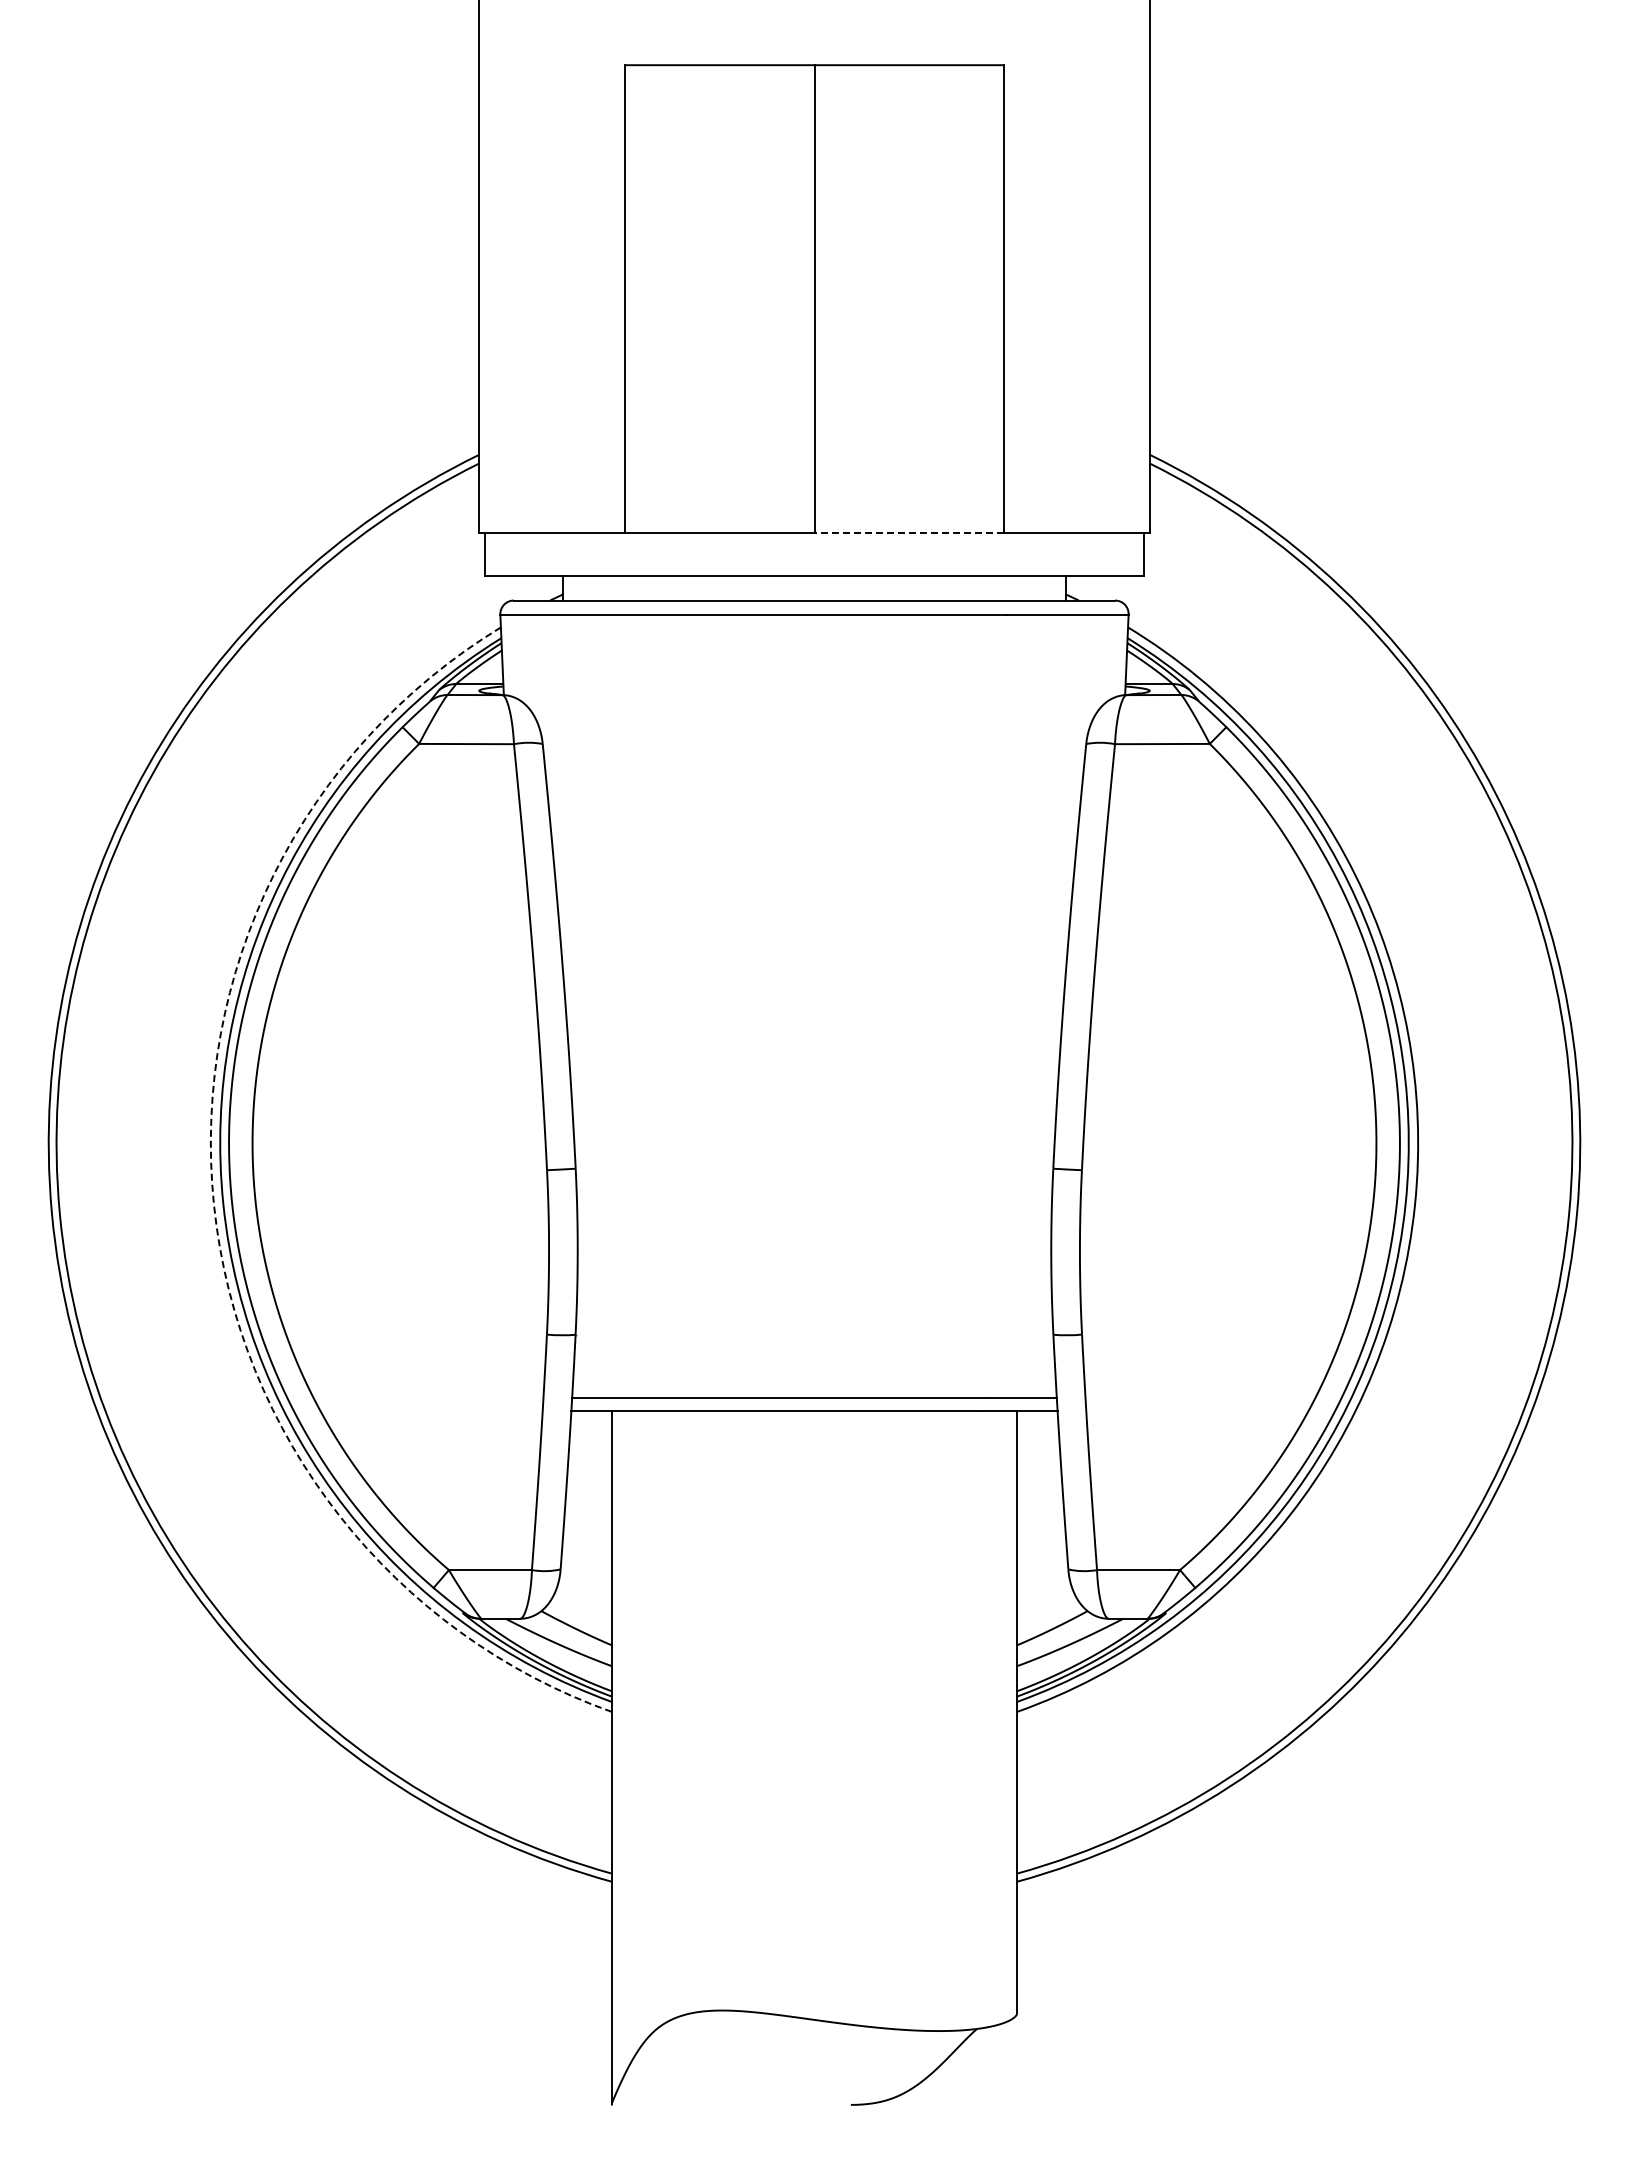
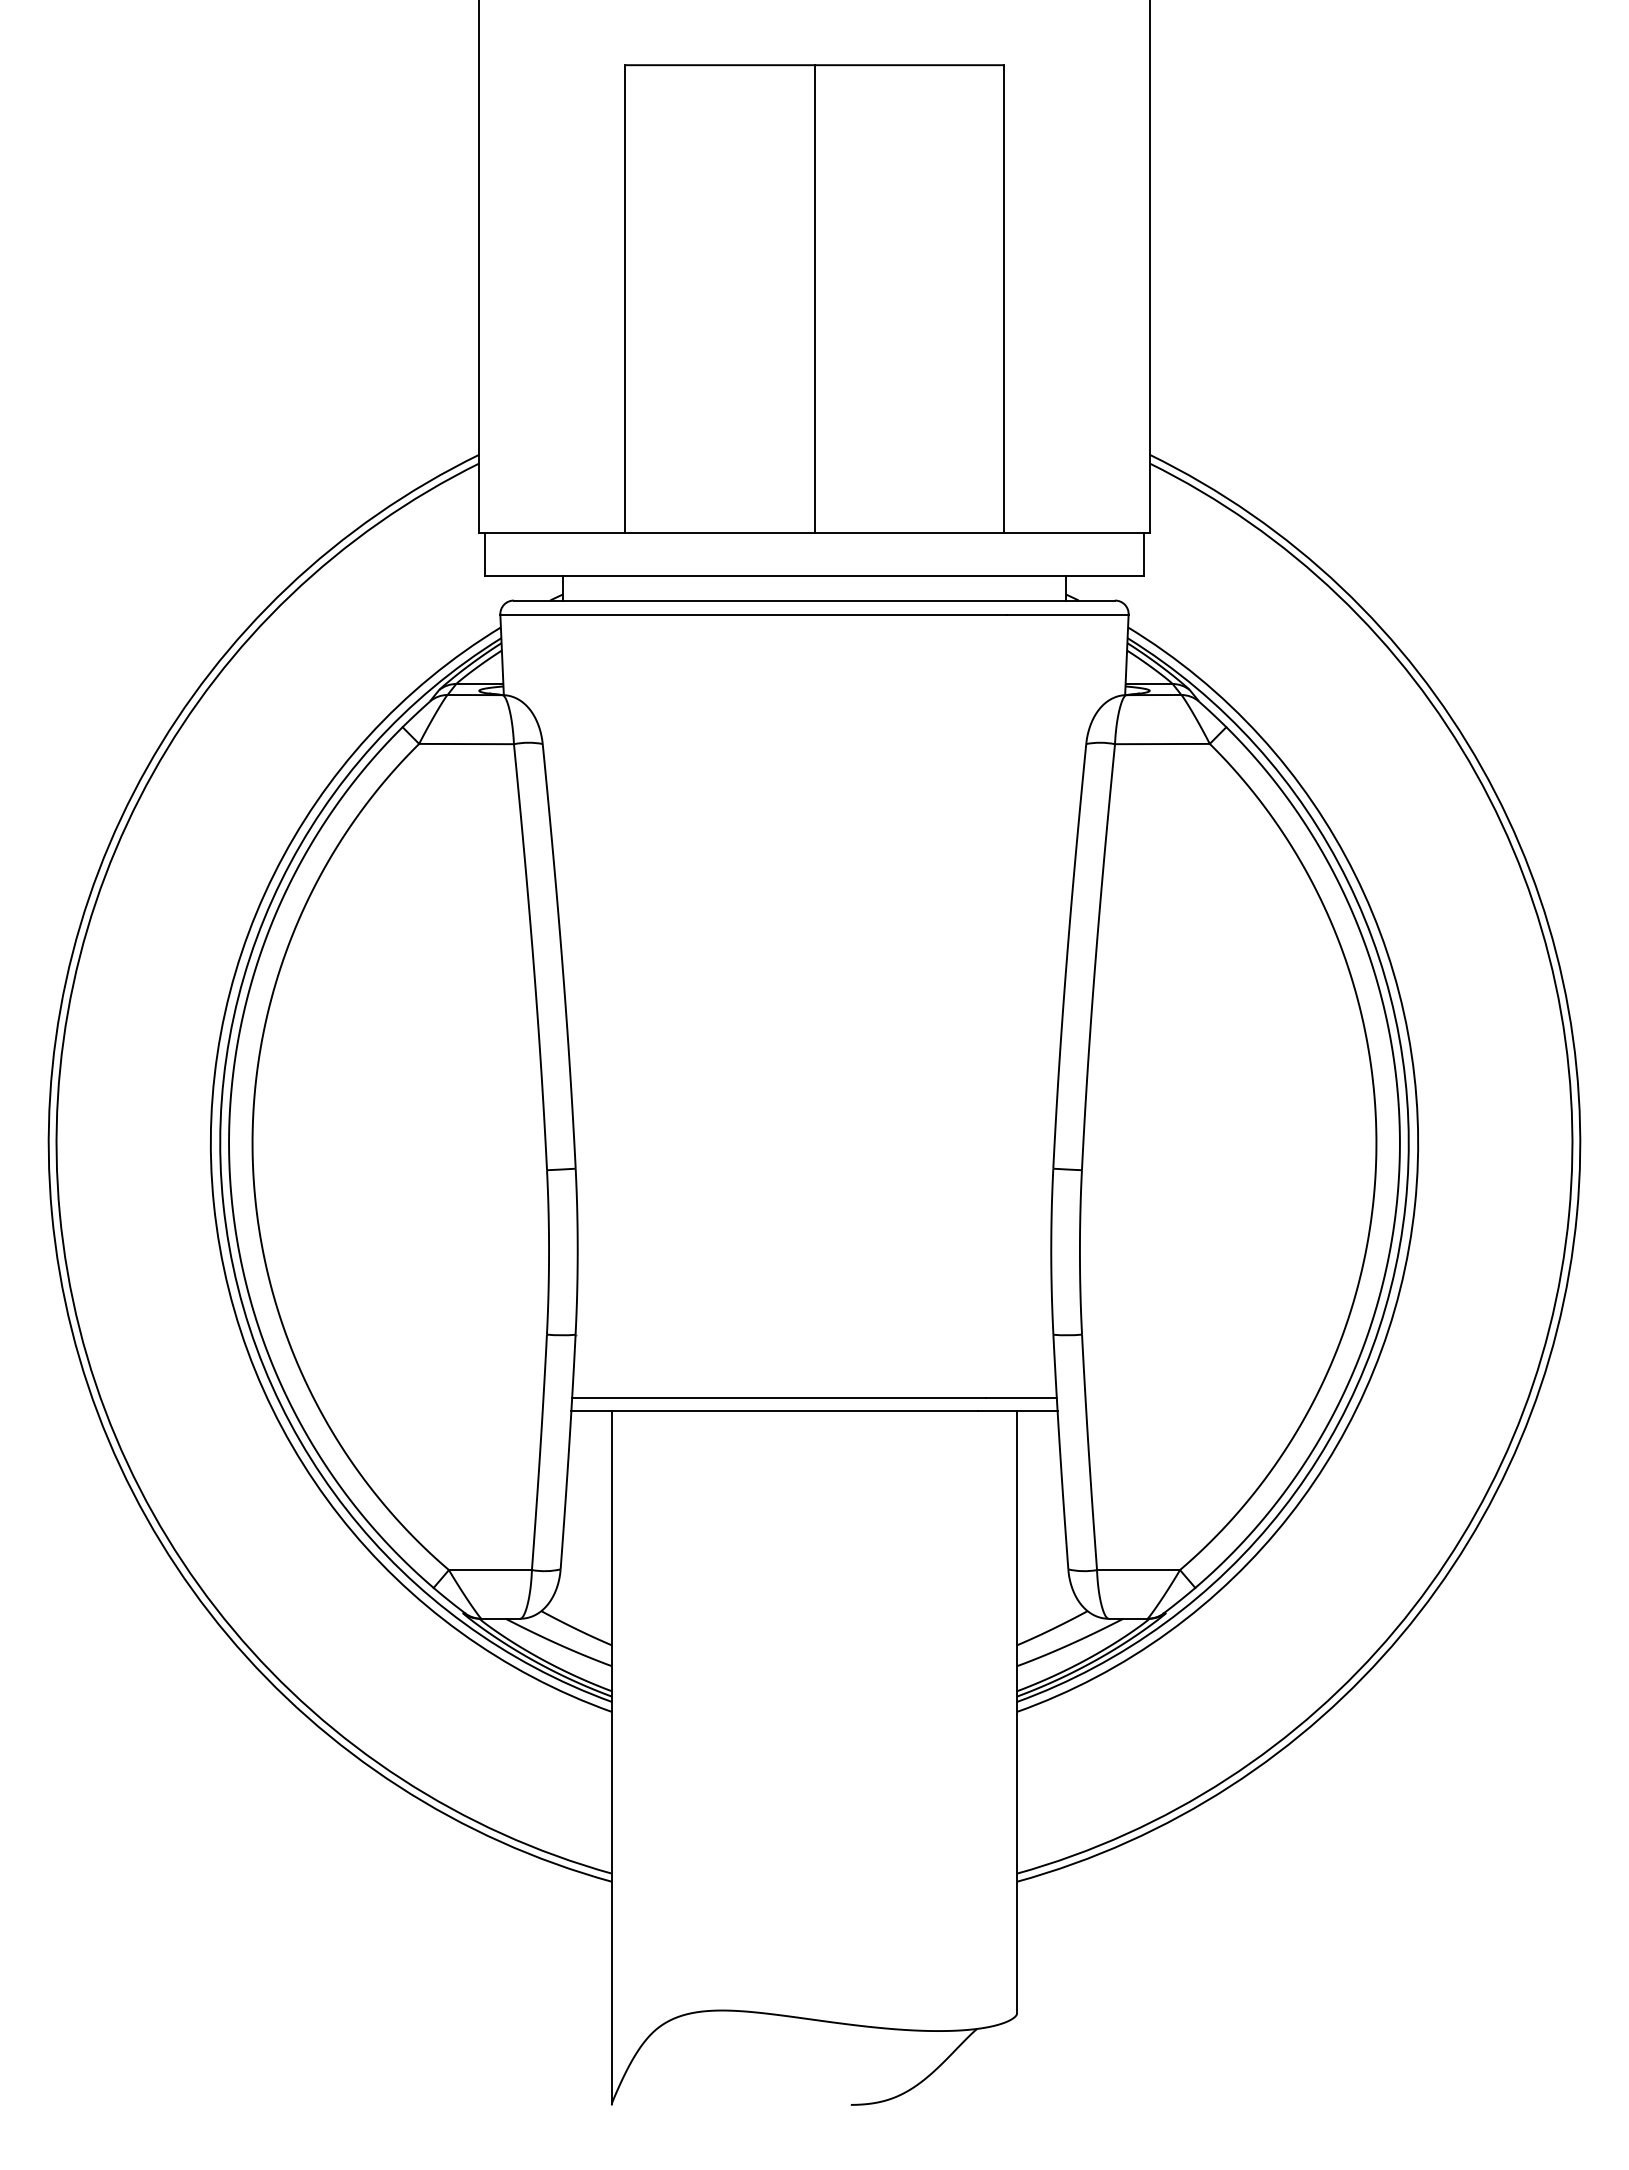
line at (909, 532): dashed -> solid
arc at (213, 1204): dashed -> solid
